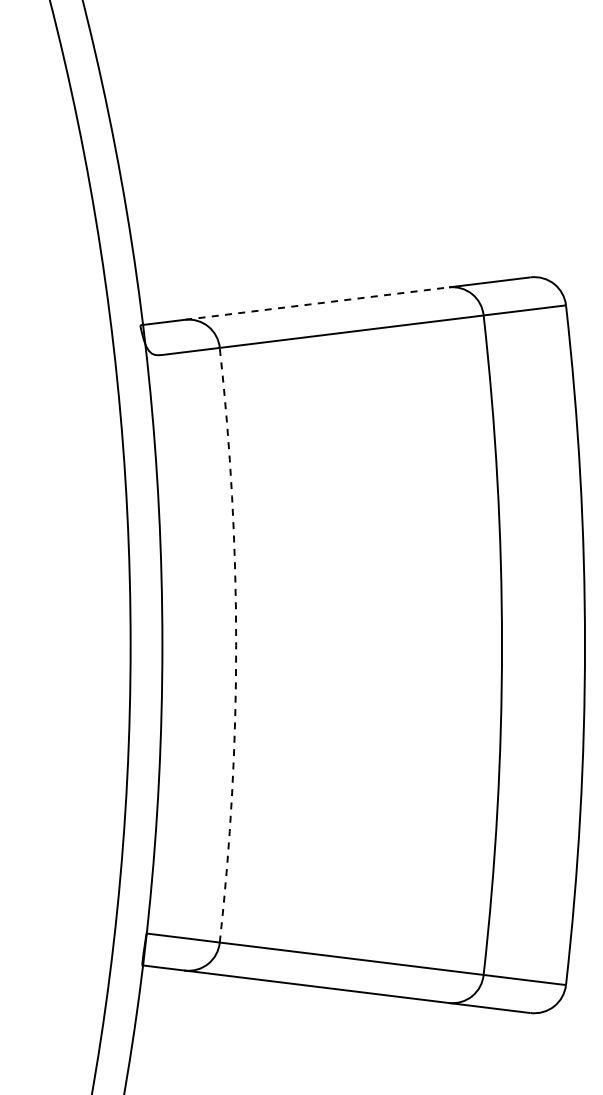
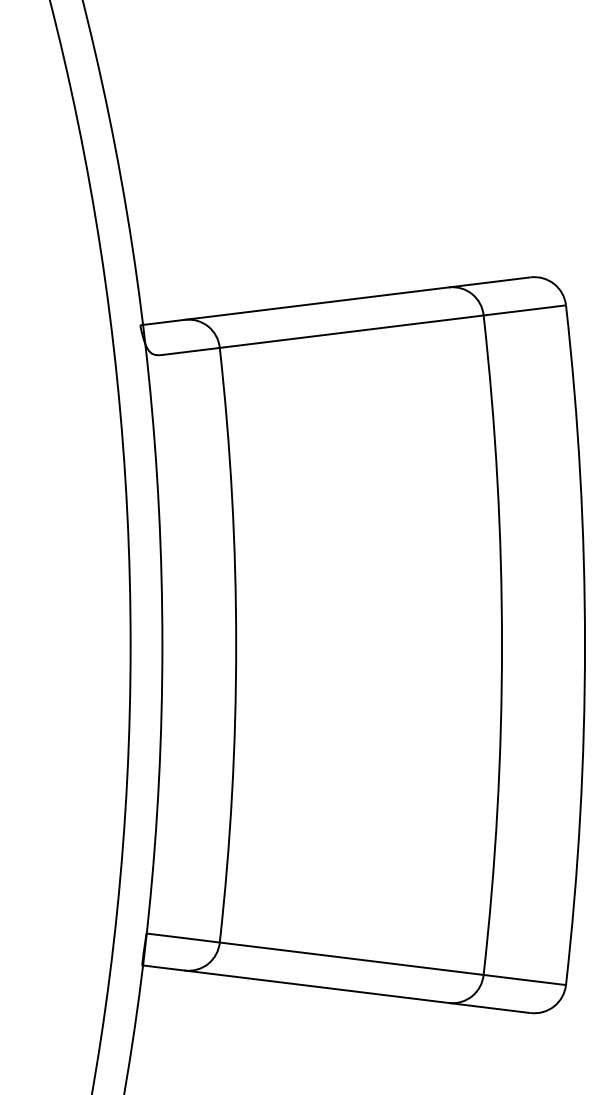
line at (317, 303): dashed -> solid
arc at (236, 645): dashed -> solid
